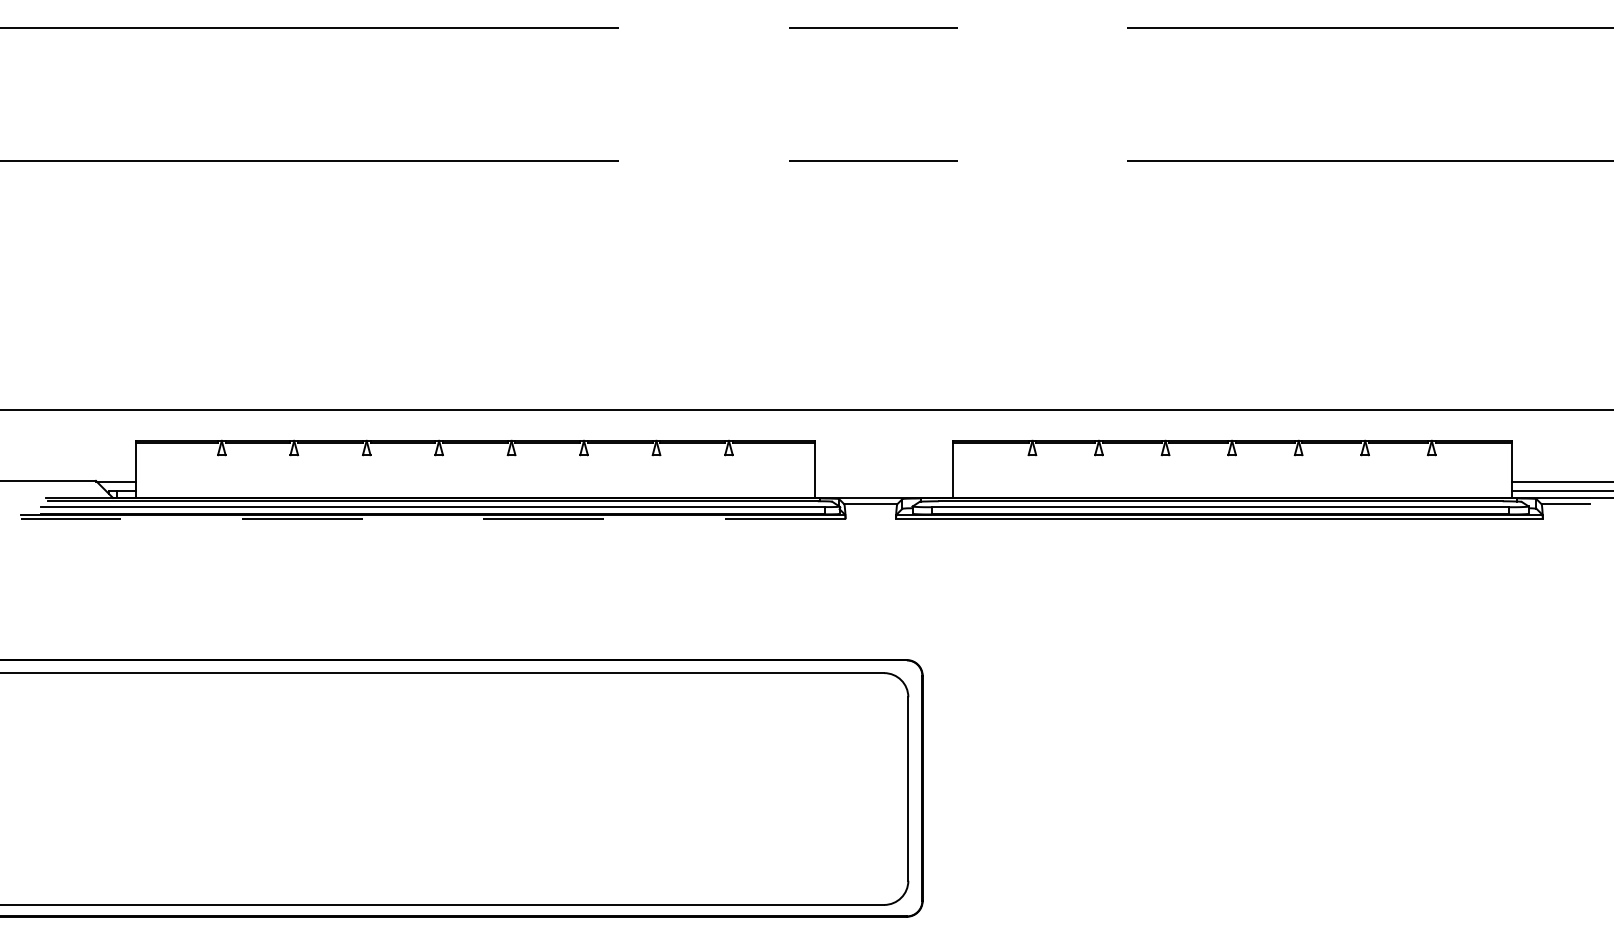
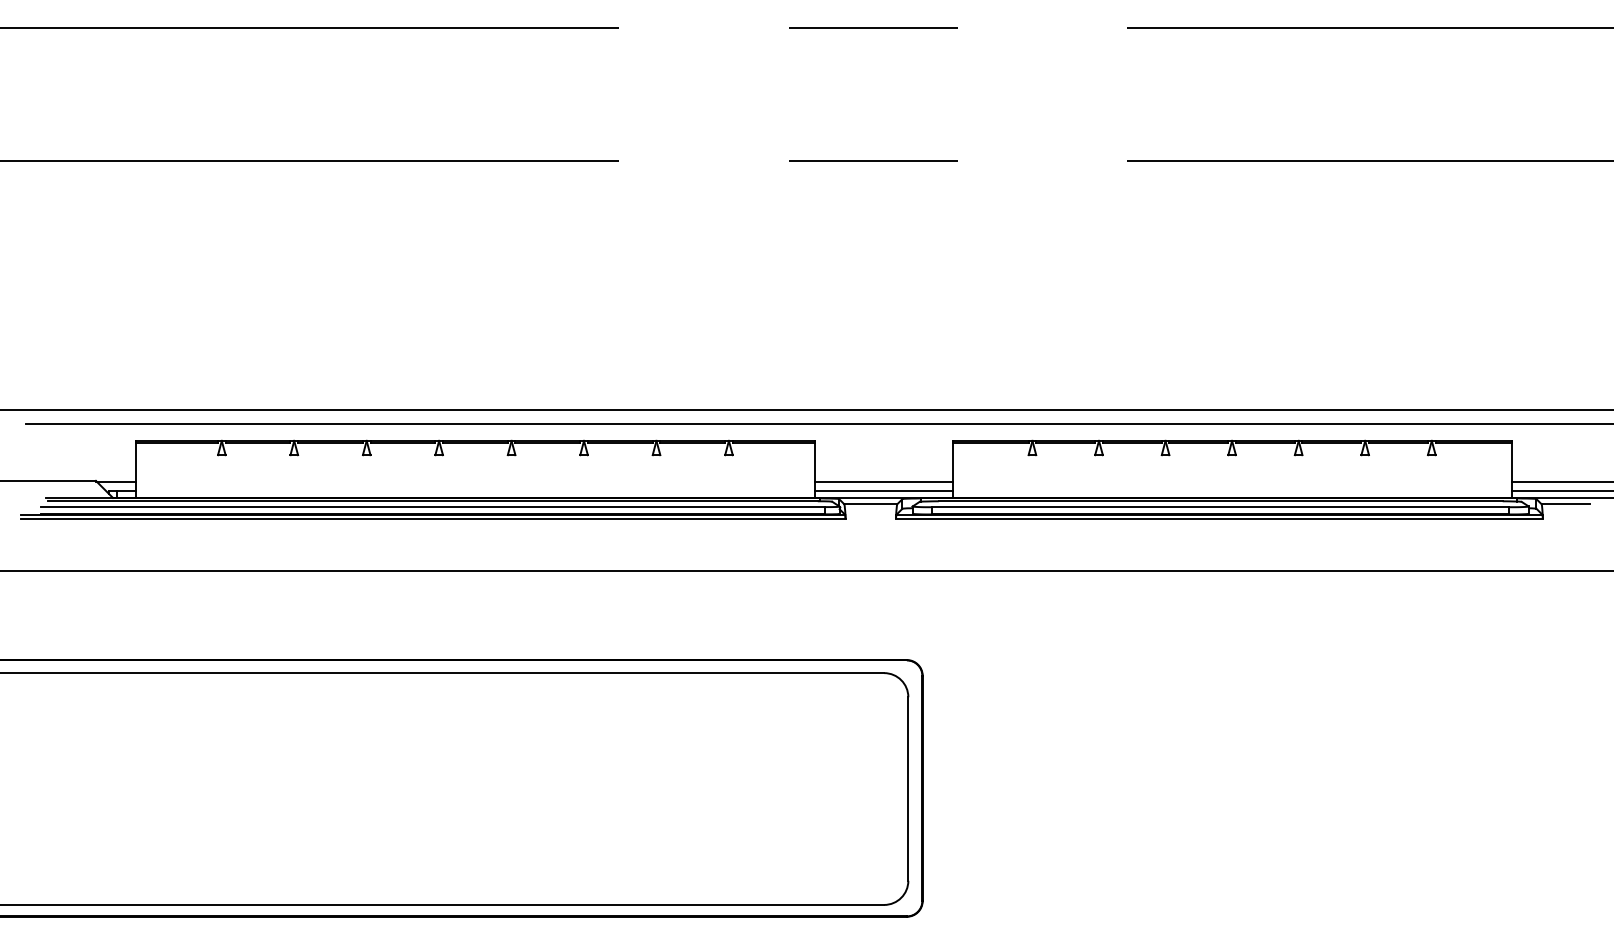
line at (817, 424): none -> present
line at (883, 482): none -> present
line at (883, 491): none -> present
line at (432, 519): dashed -> solid
line at (806, 570): none -> present
